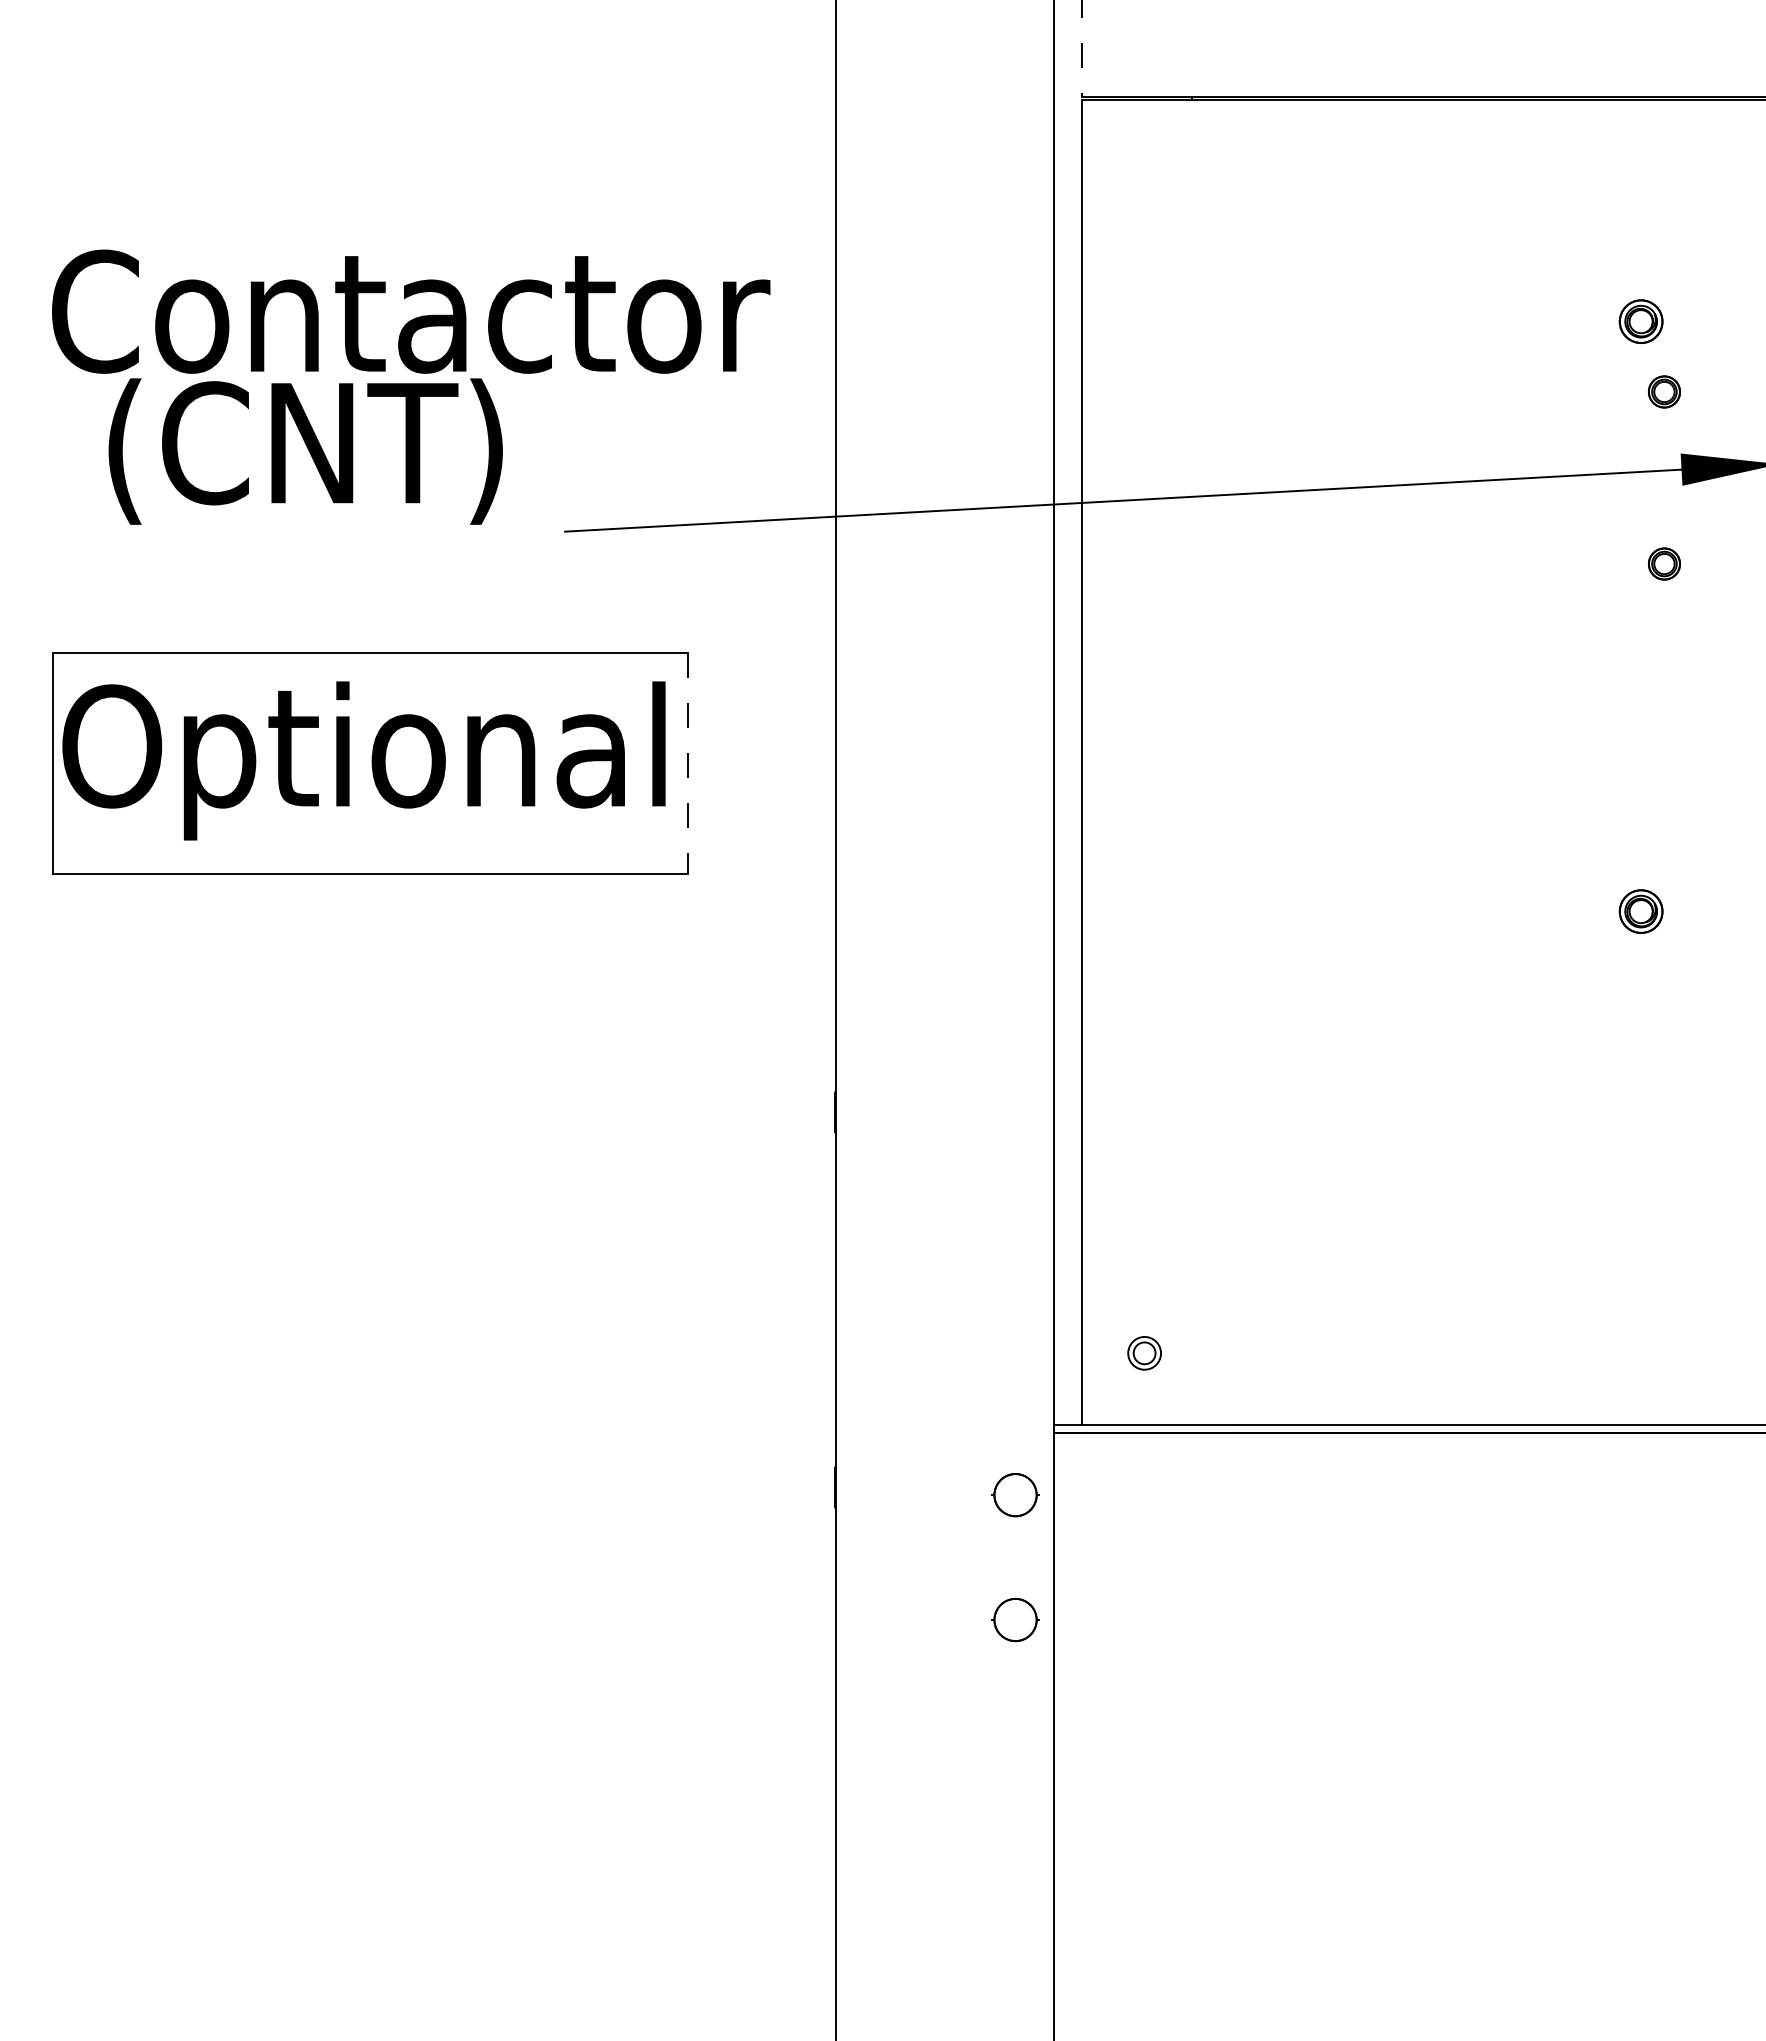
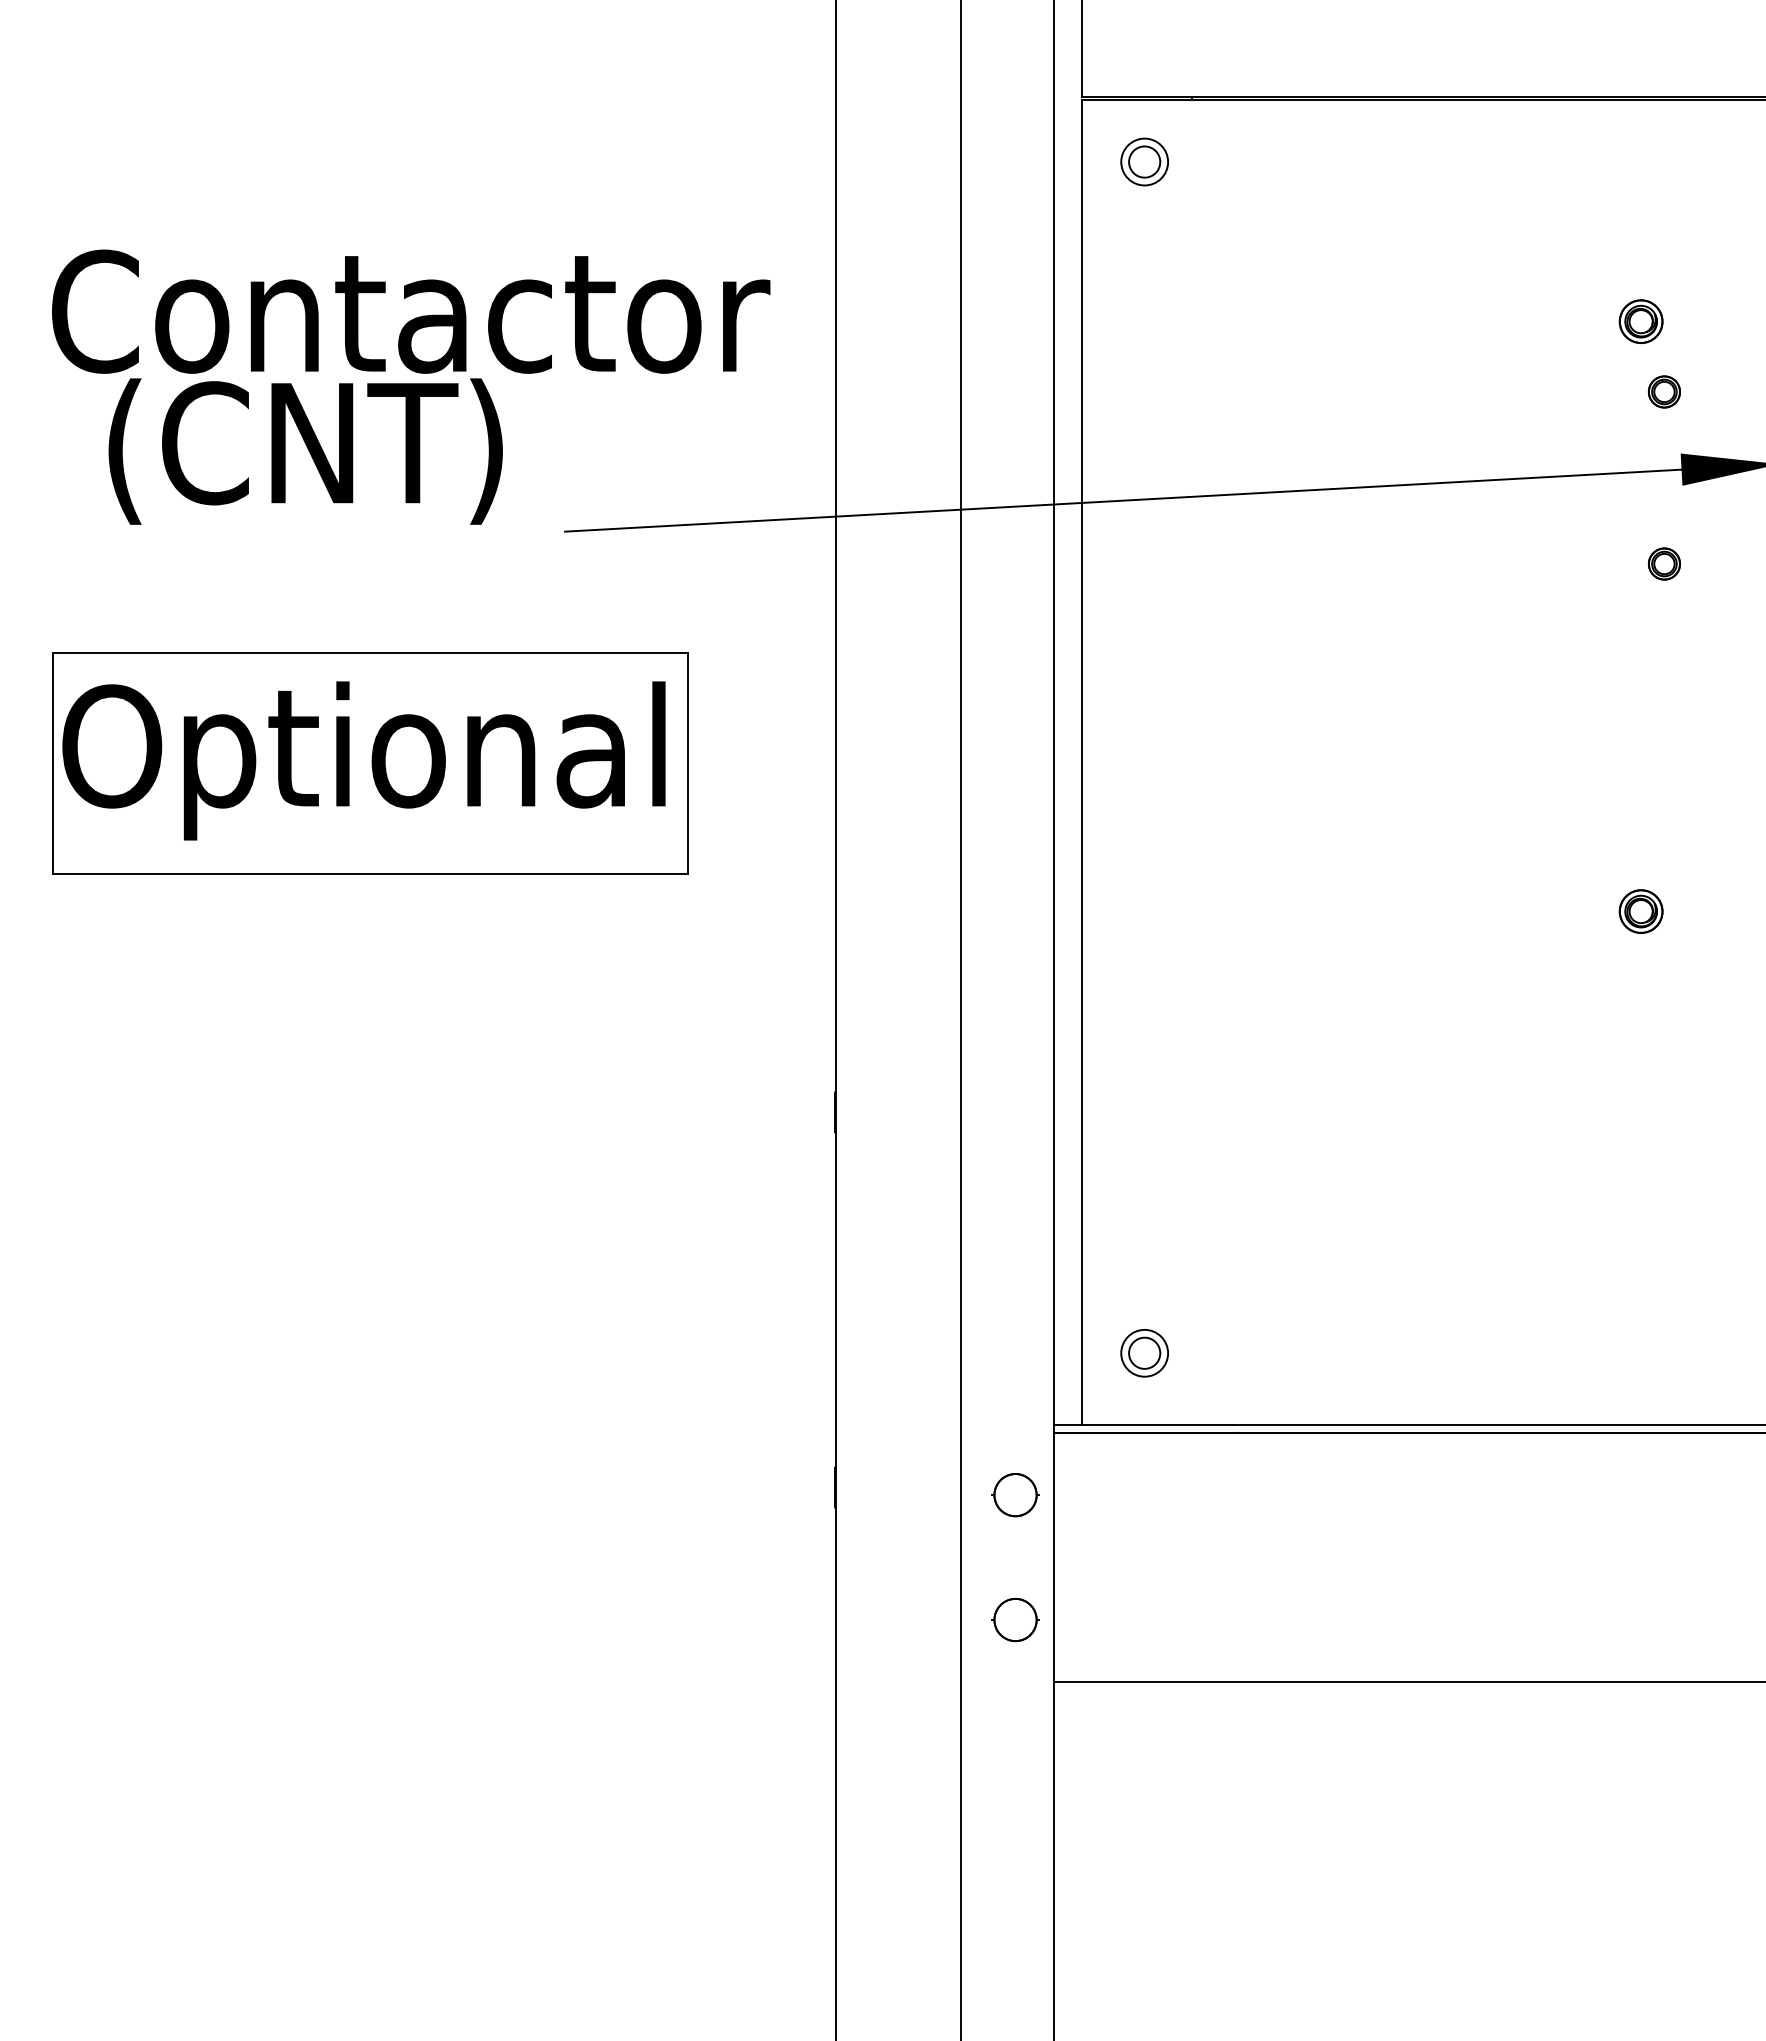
line at (1082, 49): dashed -> solid
part at (1144, 161): none -> present
line at (687, 764): dashed -> solid
line at (960, 1019): none -> present
part at (1144, 1353) size: 35x35 px -> 49x49 px
line at (1408, 1682): none -> present
